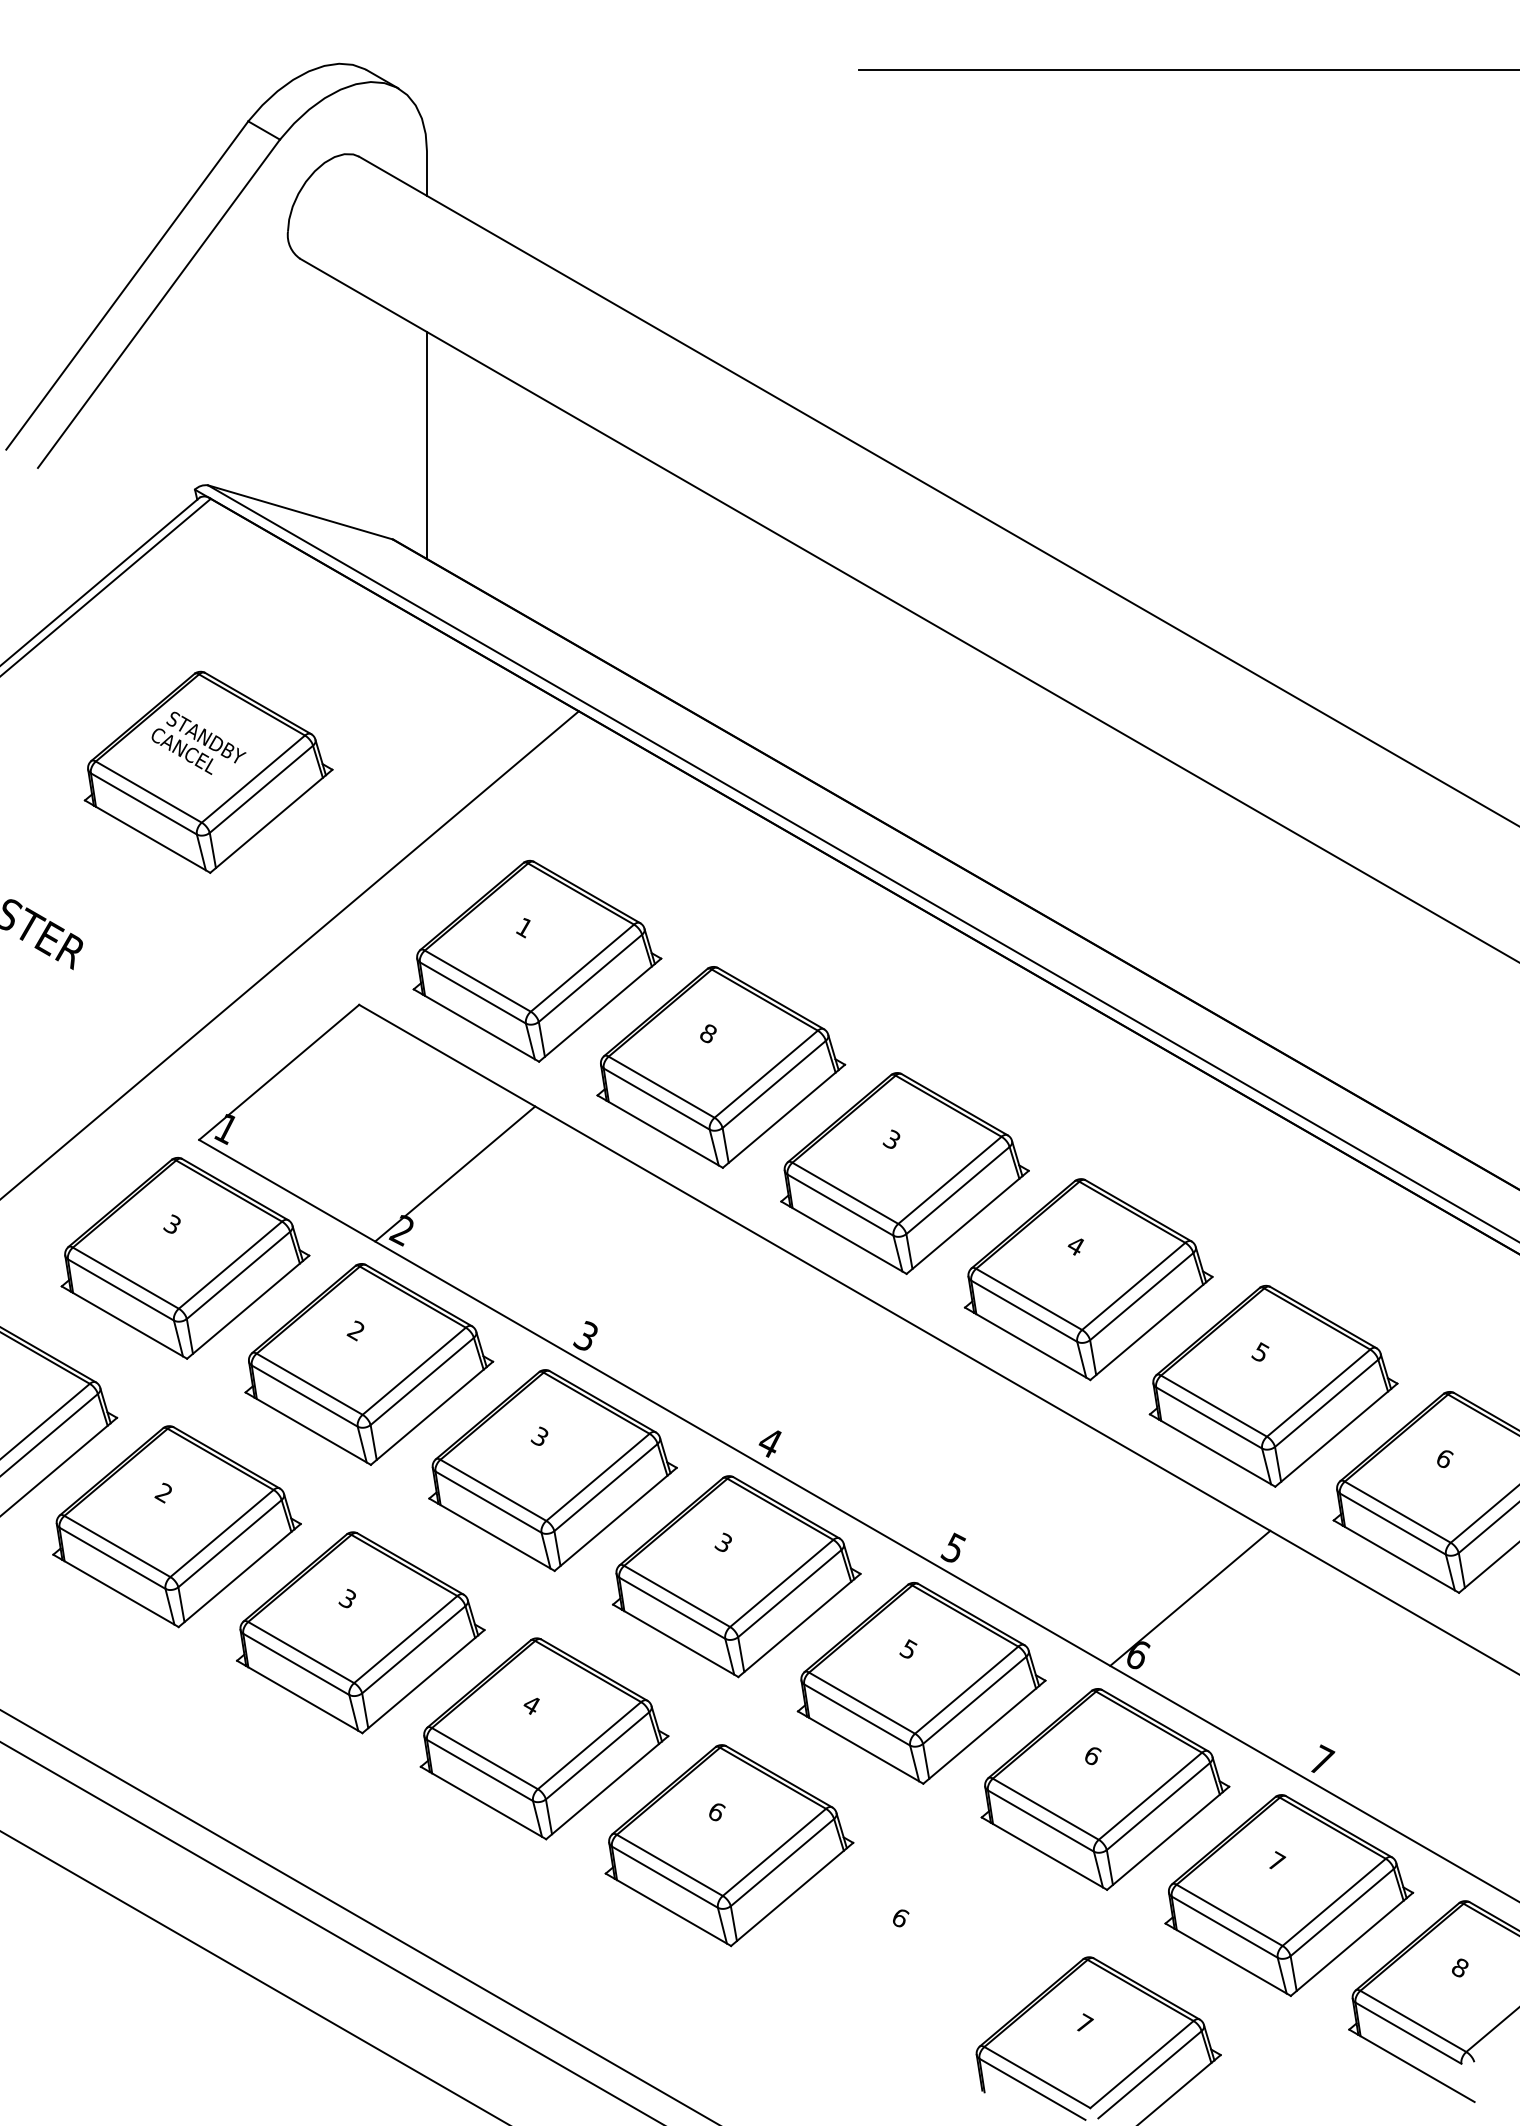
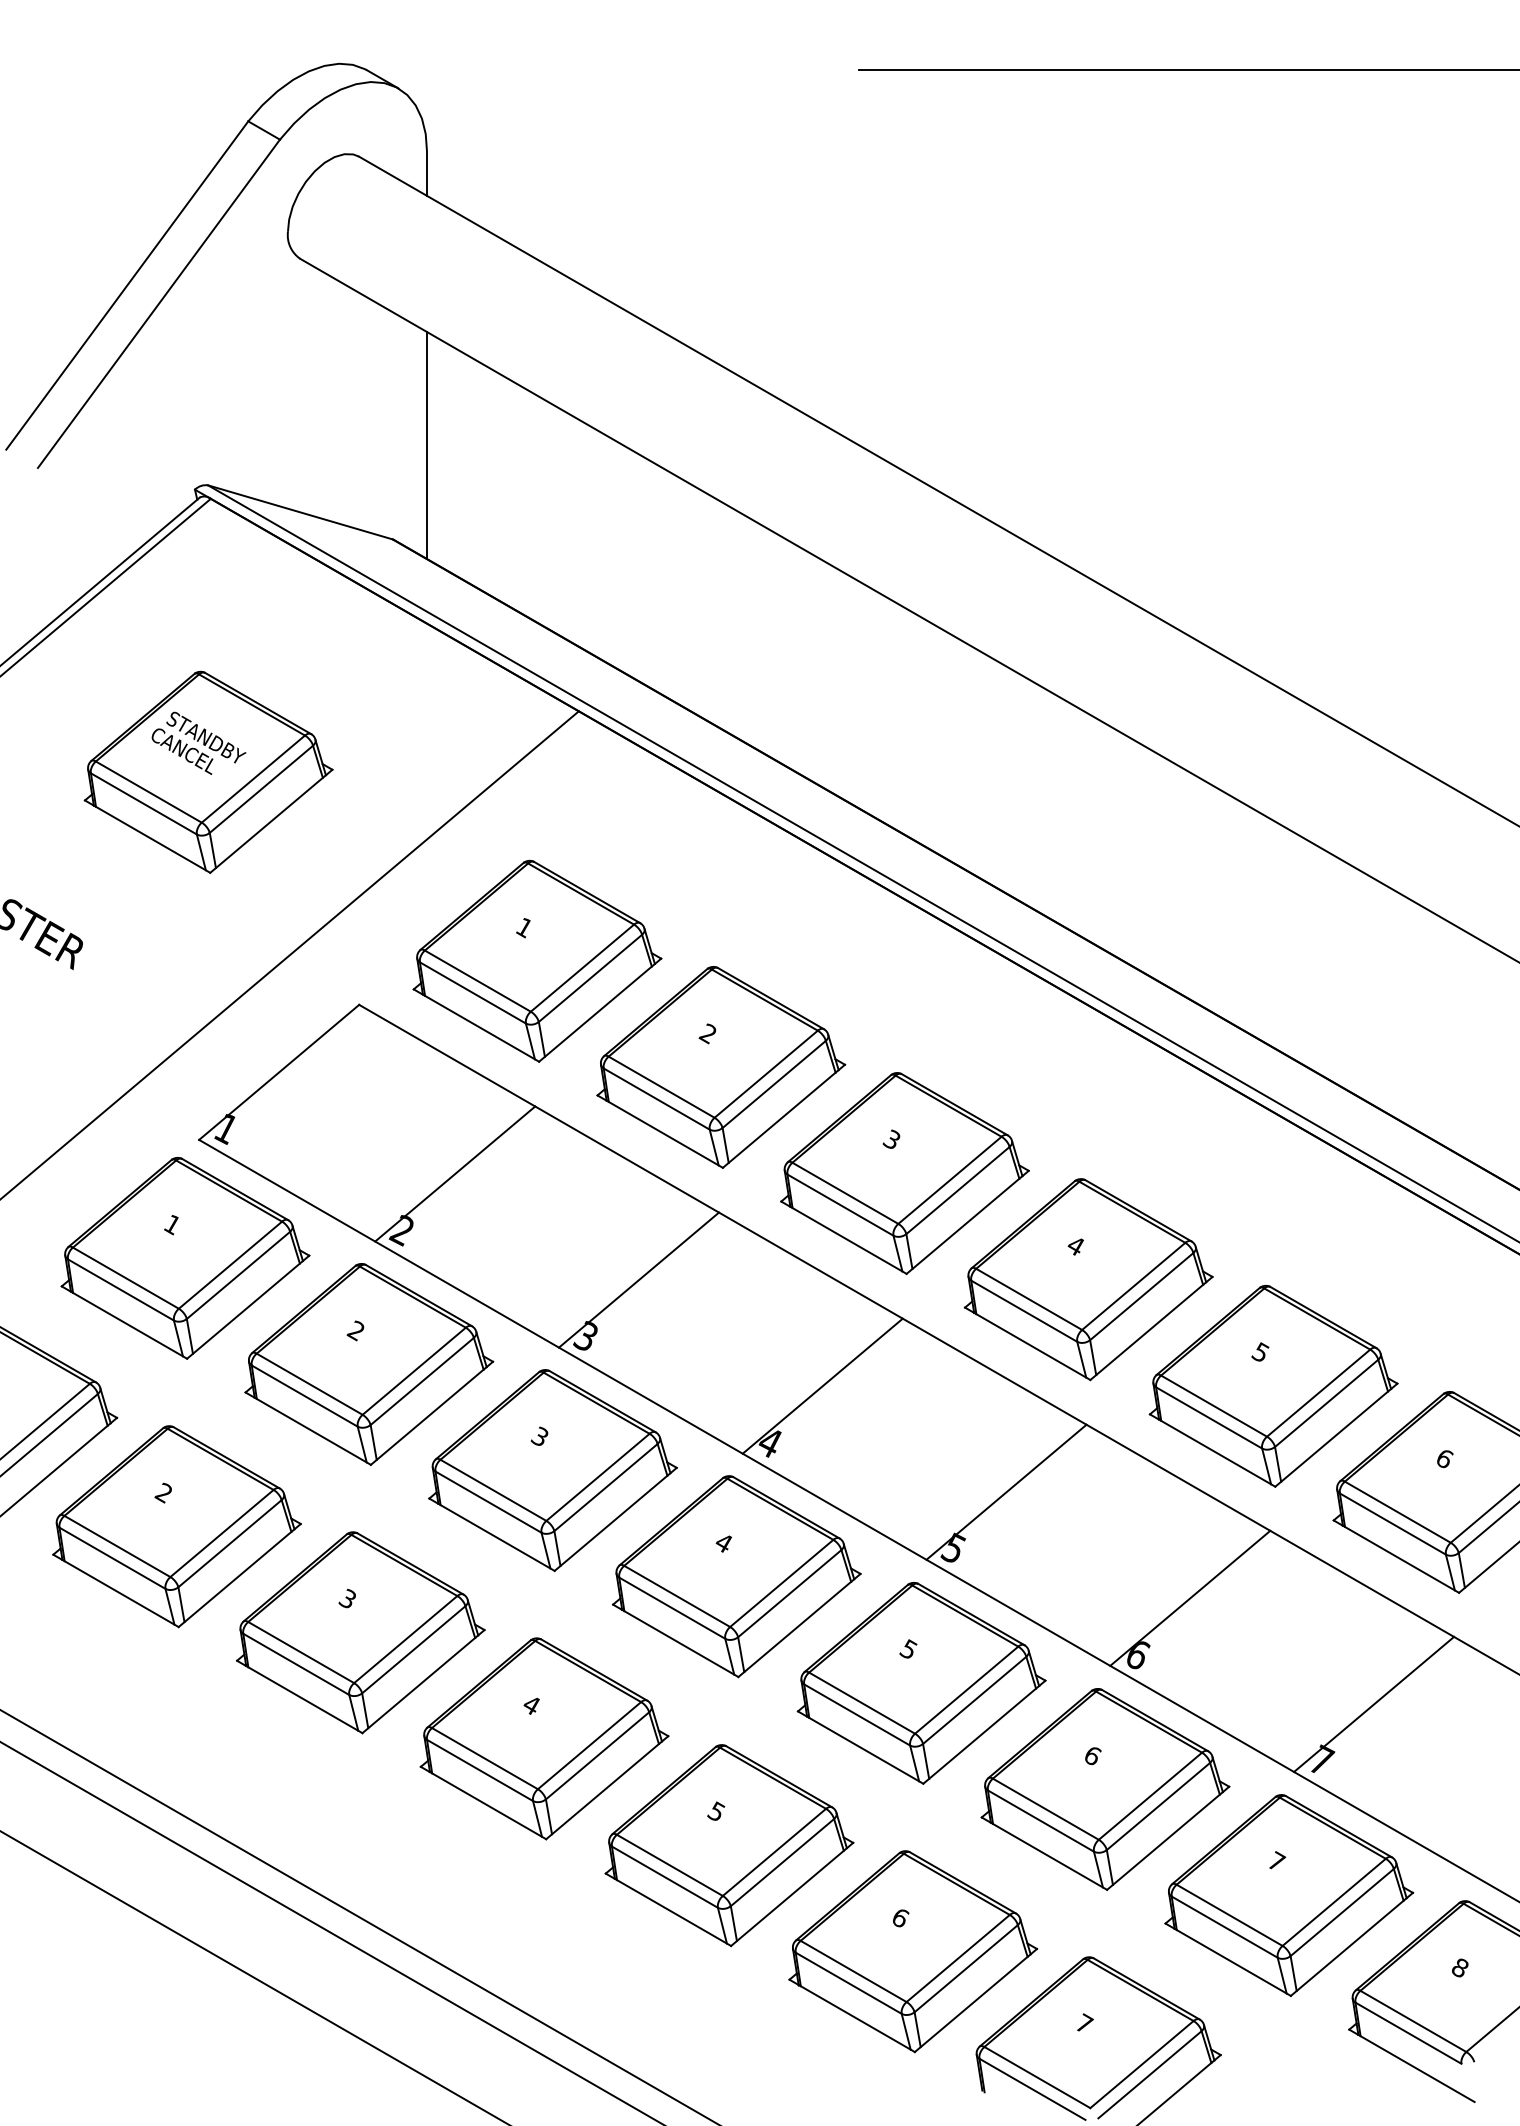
text at (707, 1033): 8 -> 2
text at (171, 1224): 3 -> 1
line at (638, 1279): none -> present
line at (822, 1385): none -> present
line at (1006, 1491): none -> present
text at (722, 1542): 3 -> 4
line at (1374, 1703): none -> present
text at (716, 1811): 6 -> 5
part at (913, 1951): none -> present
